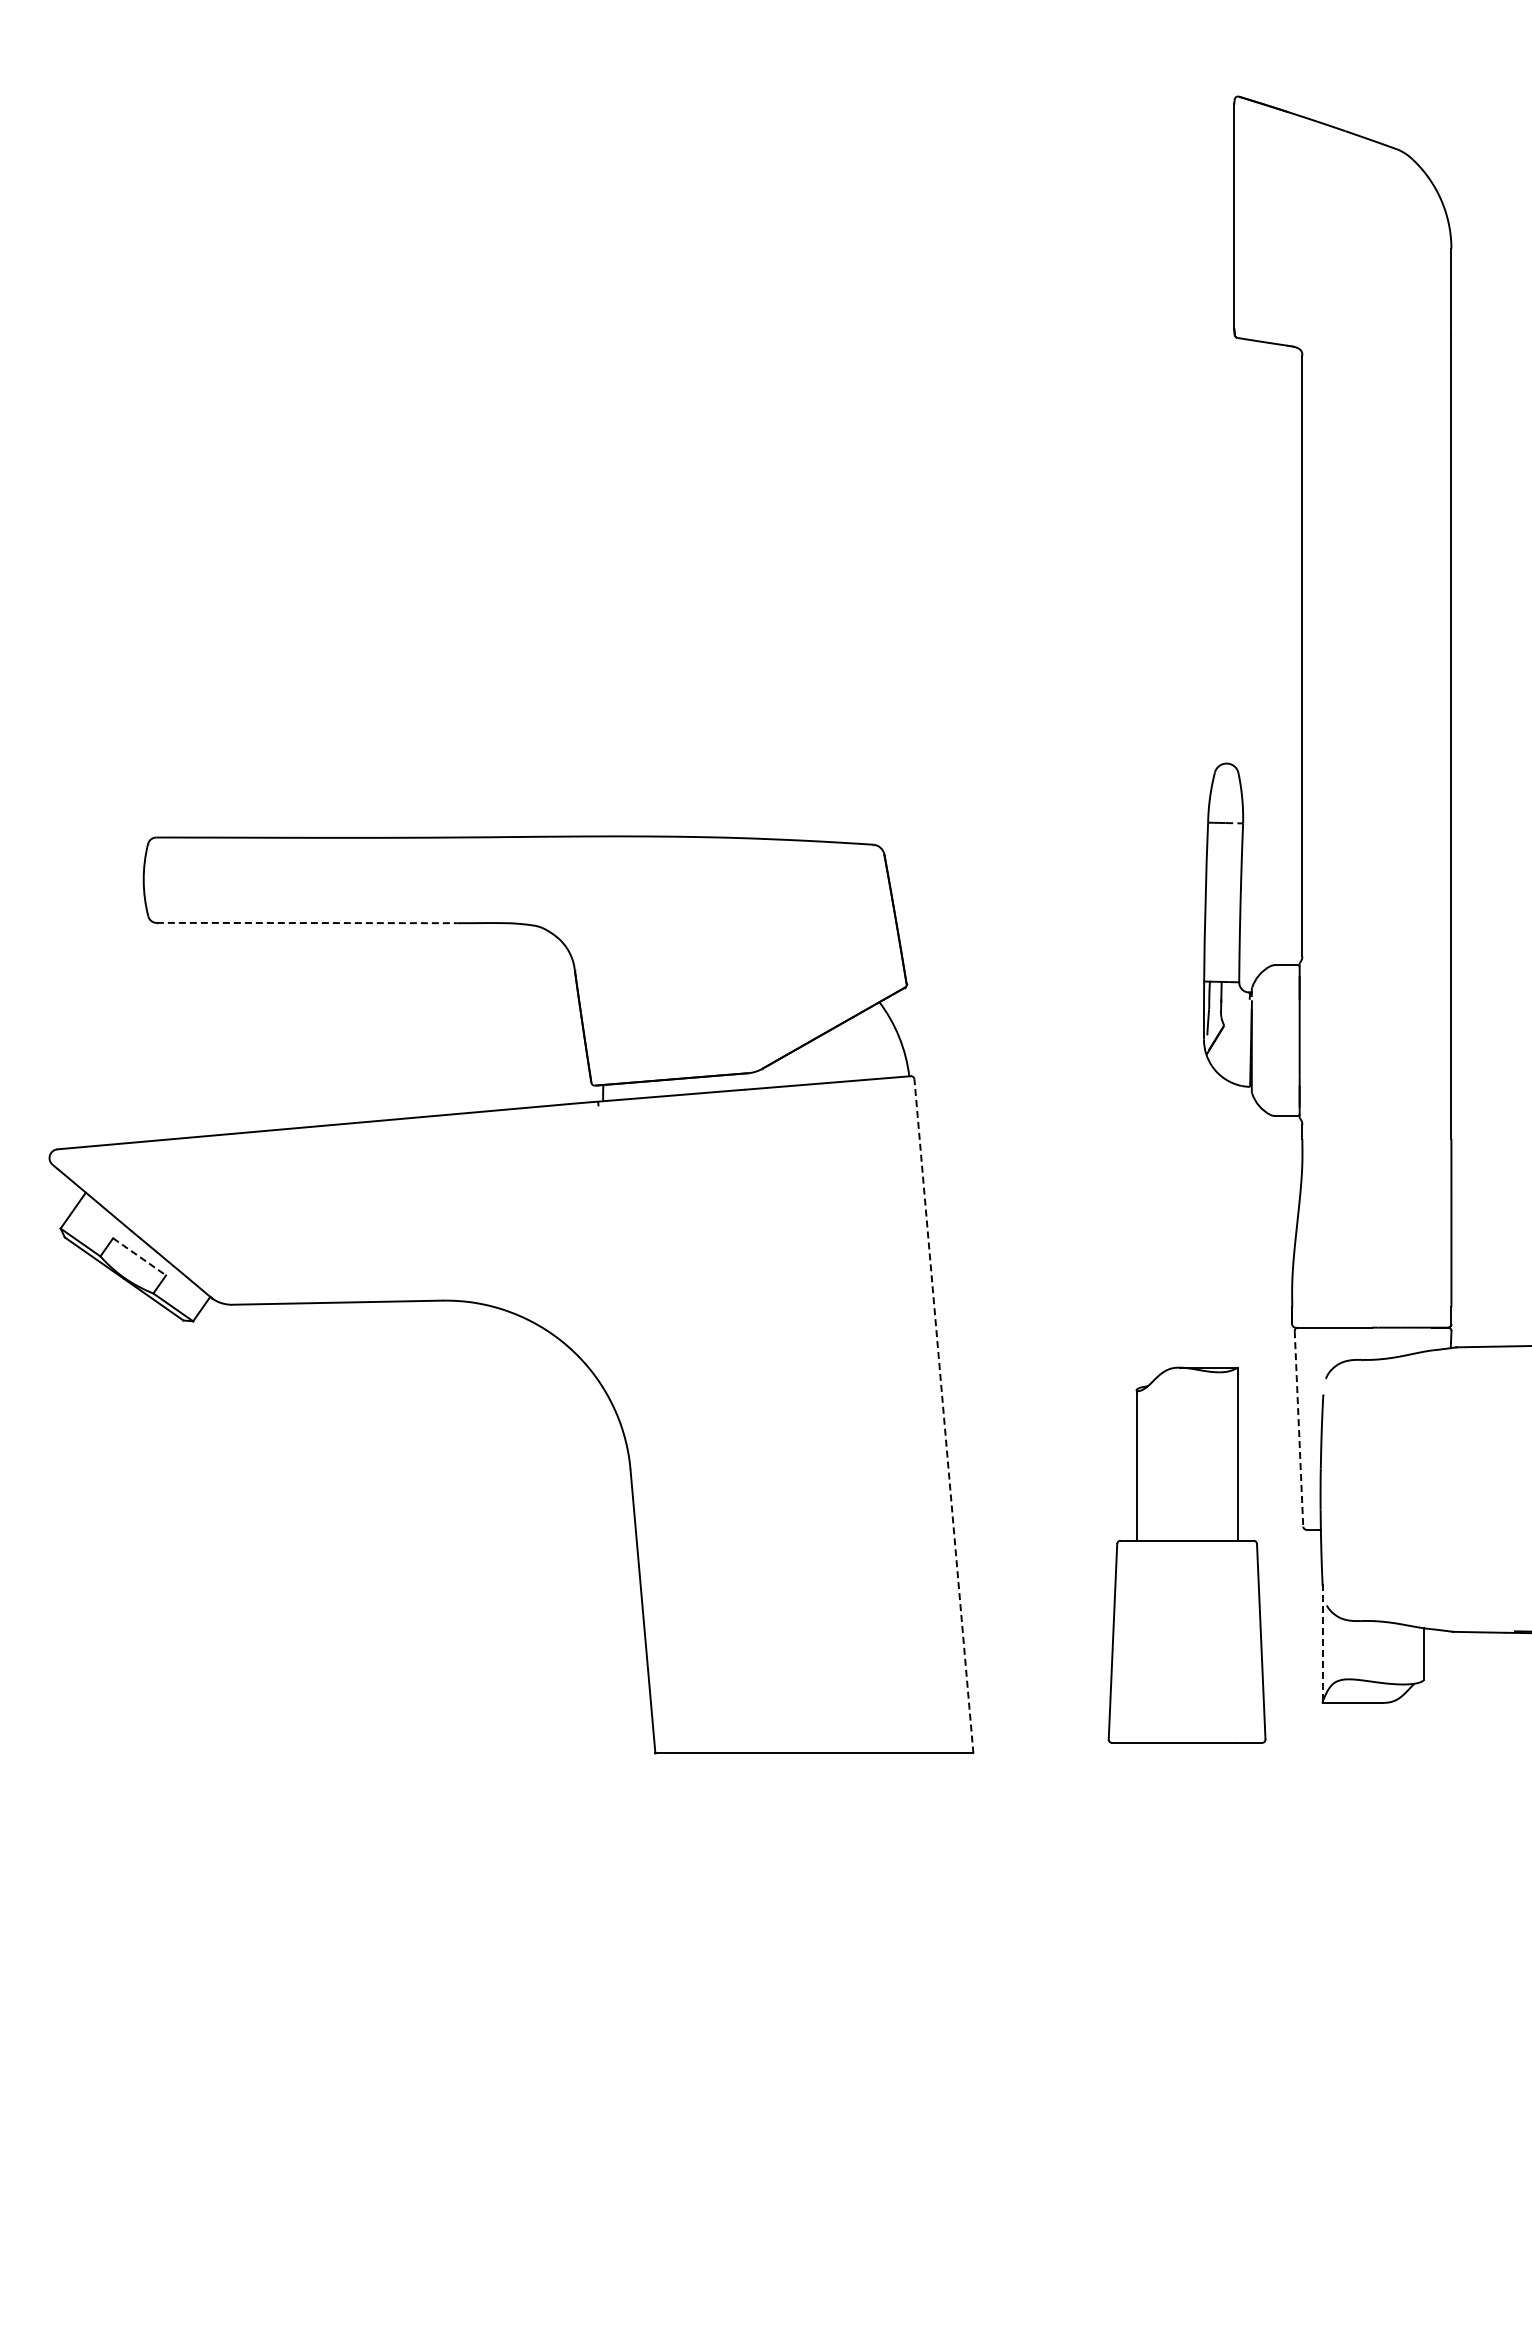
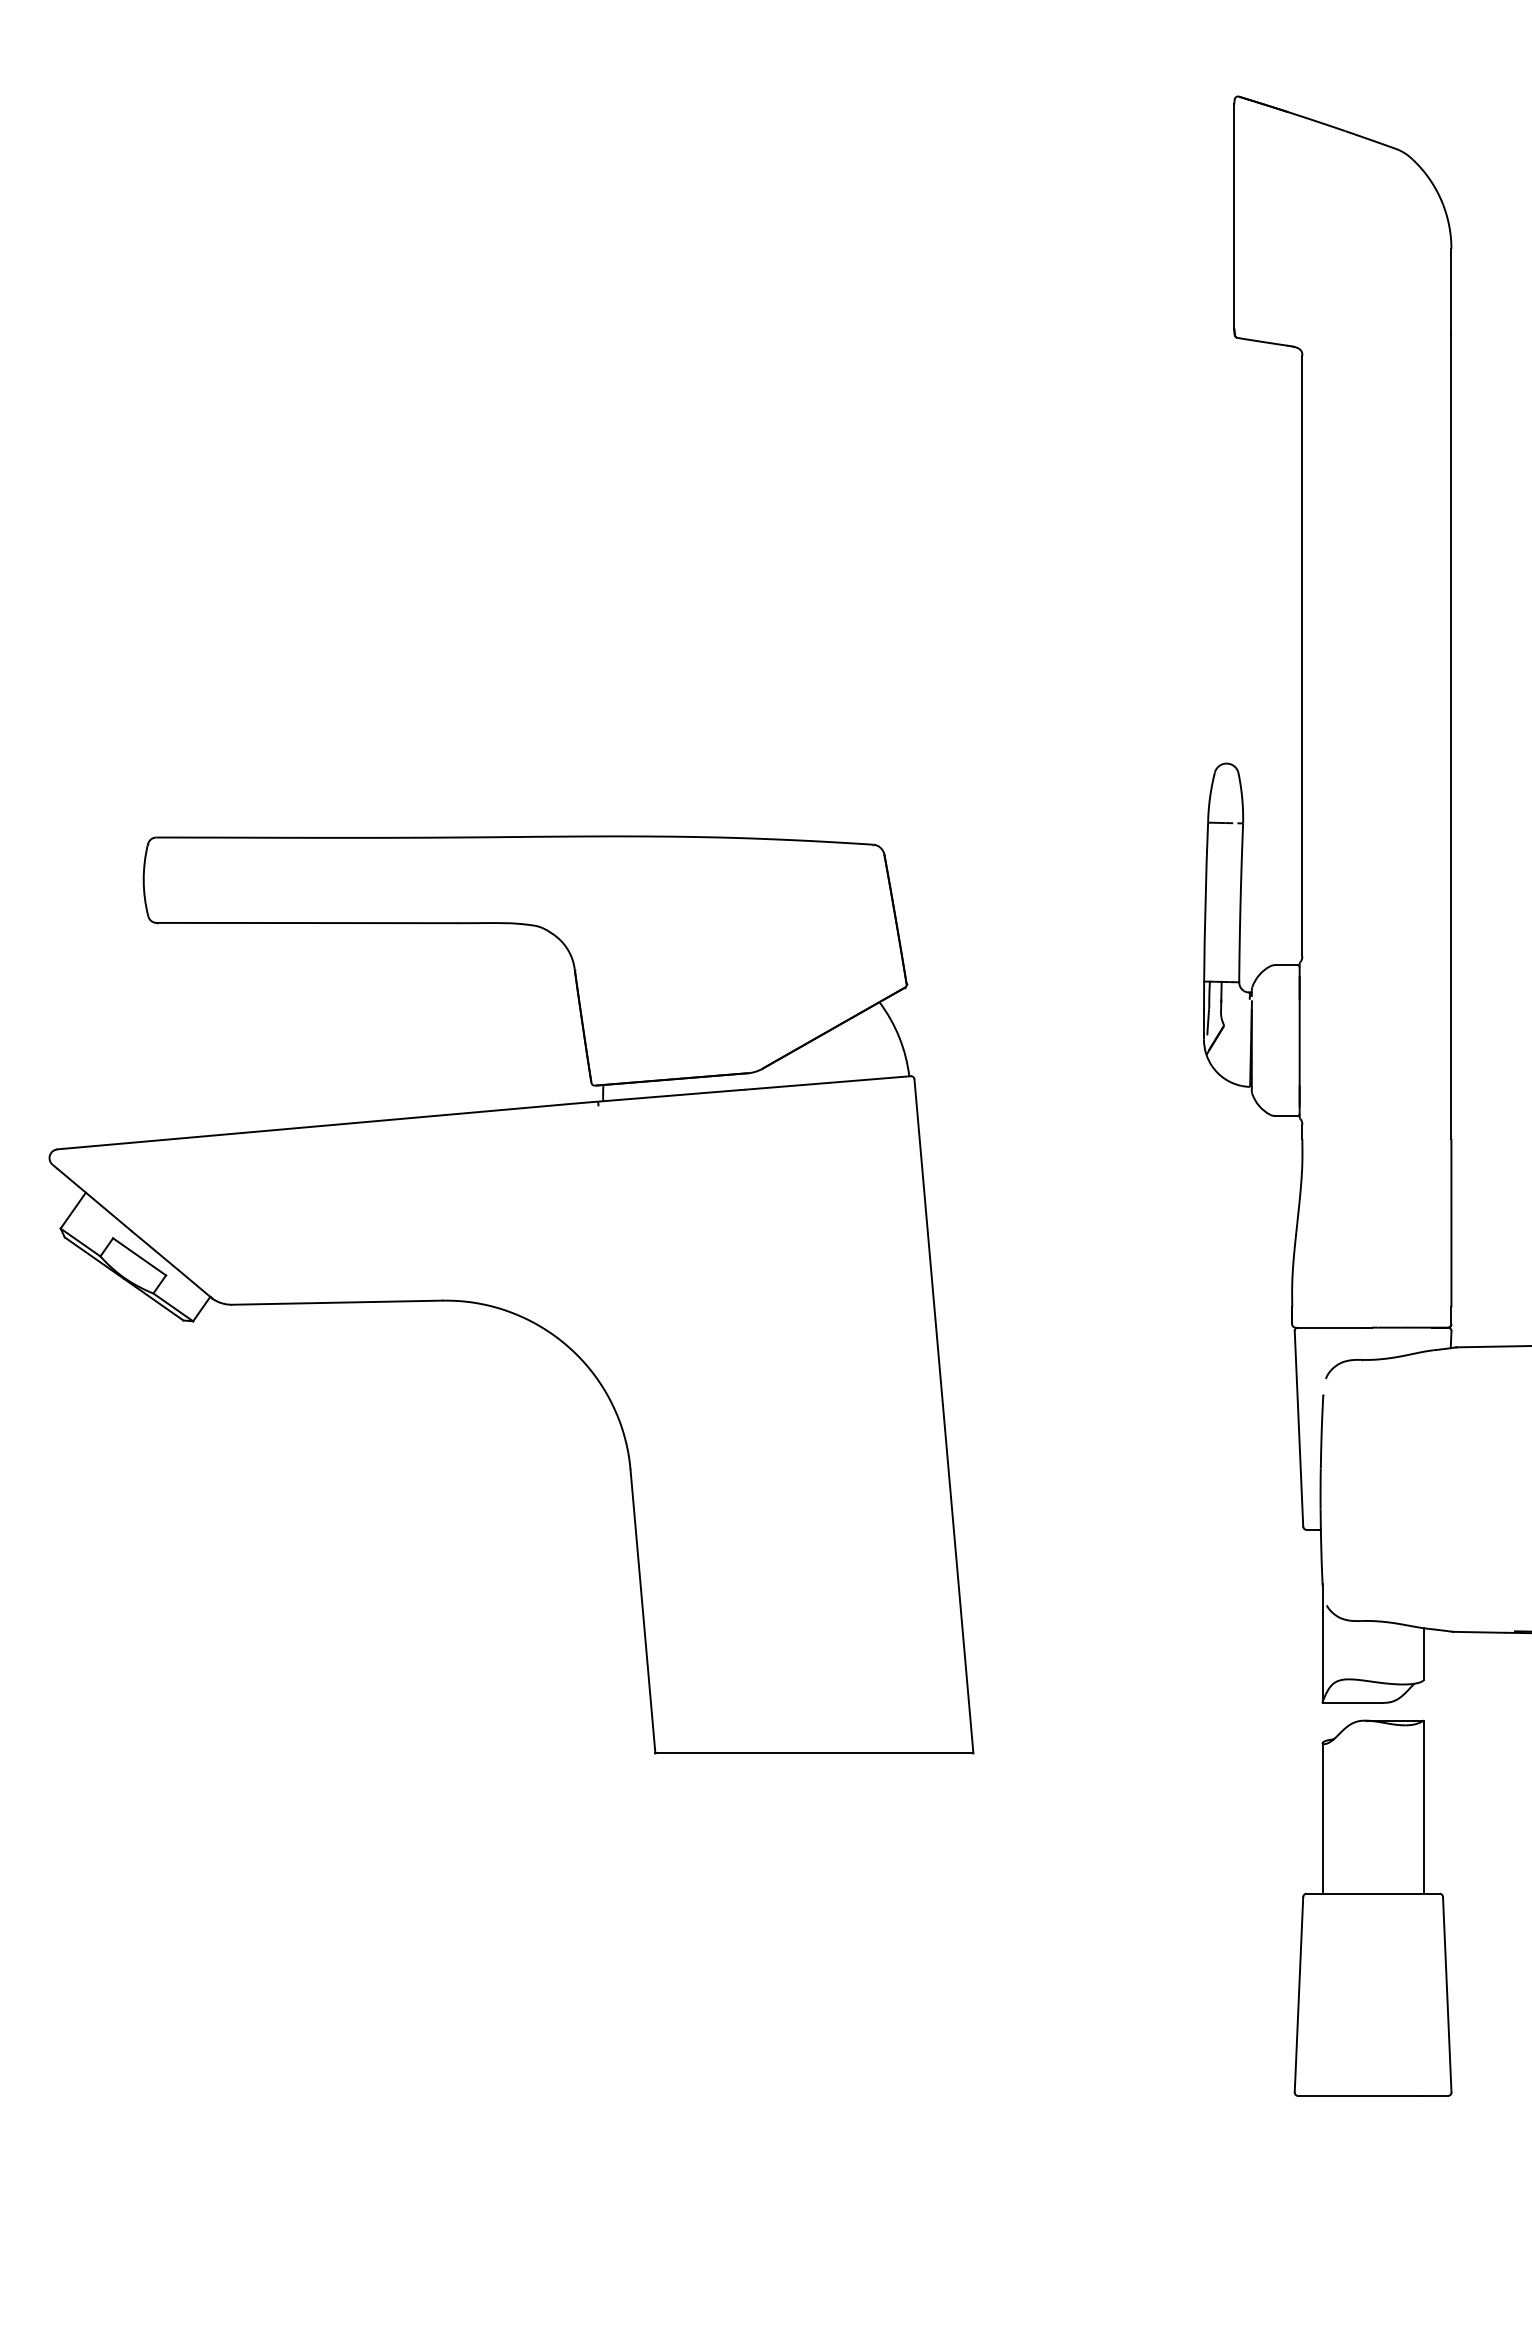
line at (307, 923): dashed -> solid
line at (140, 1257): dashed -> solid
line at (943, 1415): dashed -> solid
line at (1298, 1428): dashed -> solid
part at (1186, 1554) position: (1186, 1554) -> (1372, 1907)
line at (1322, 1643): dashed -> solid
